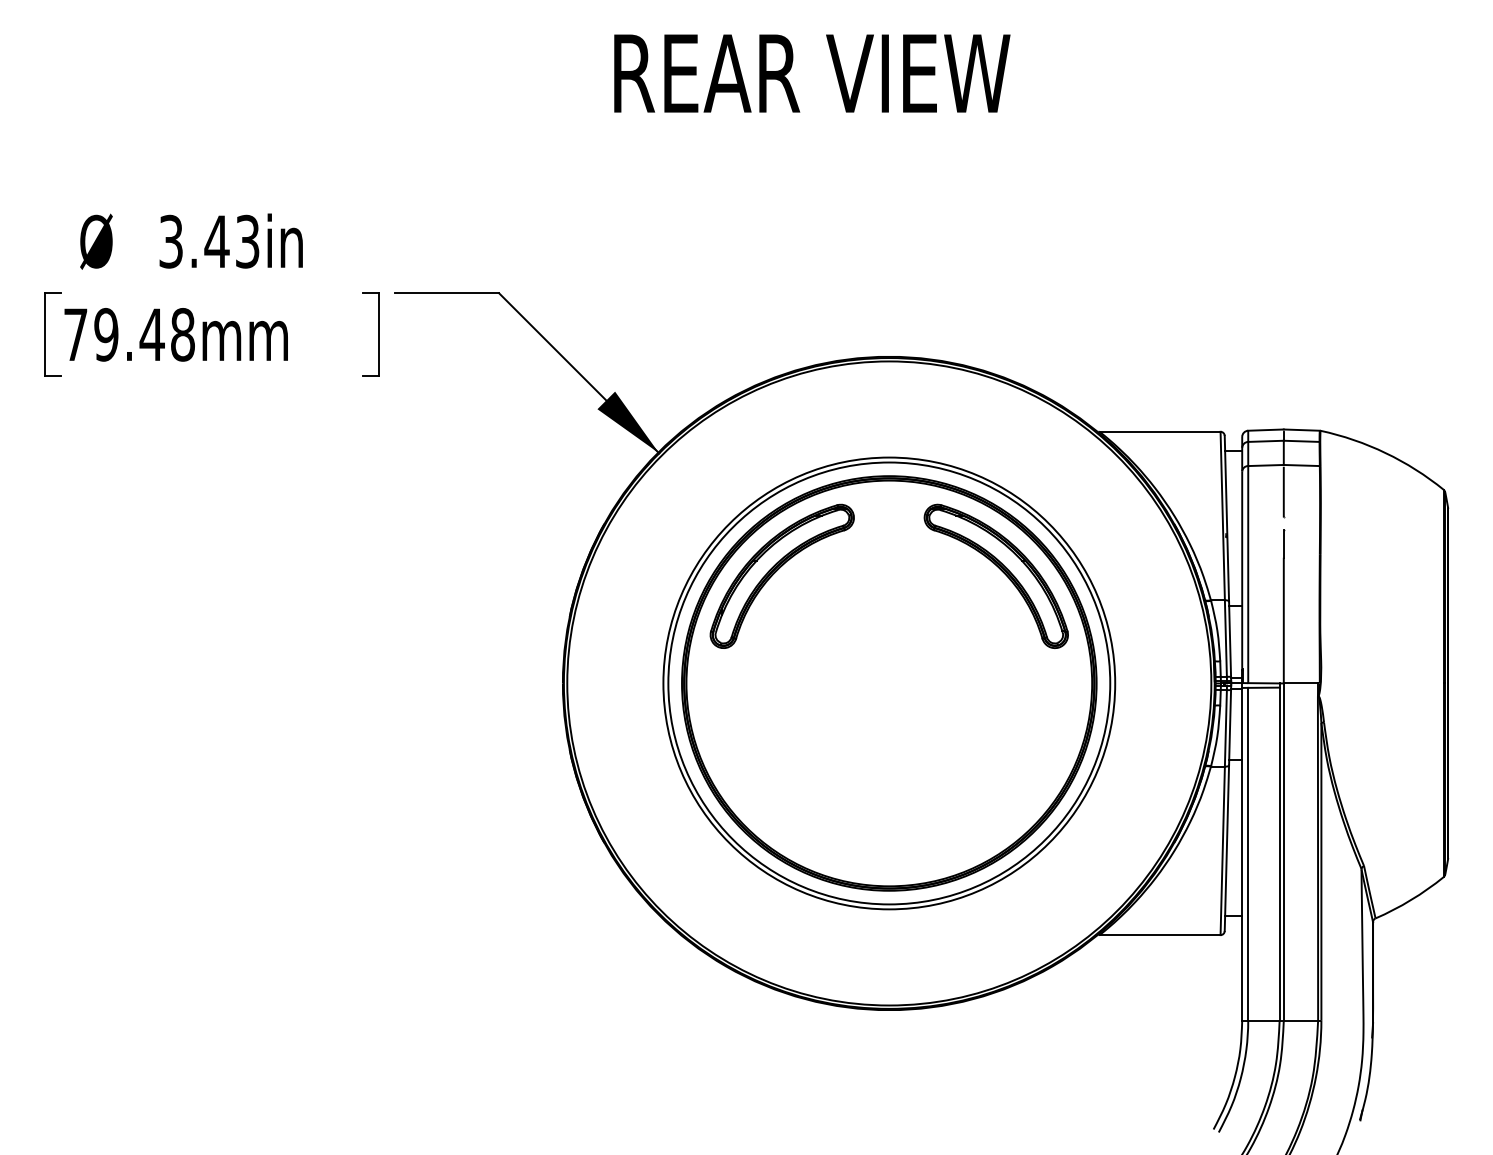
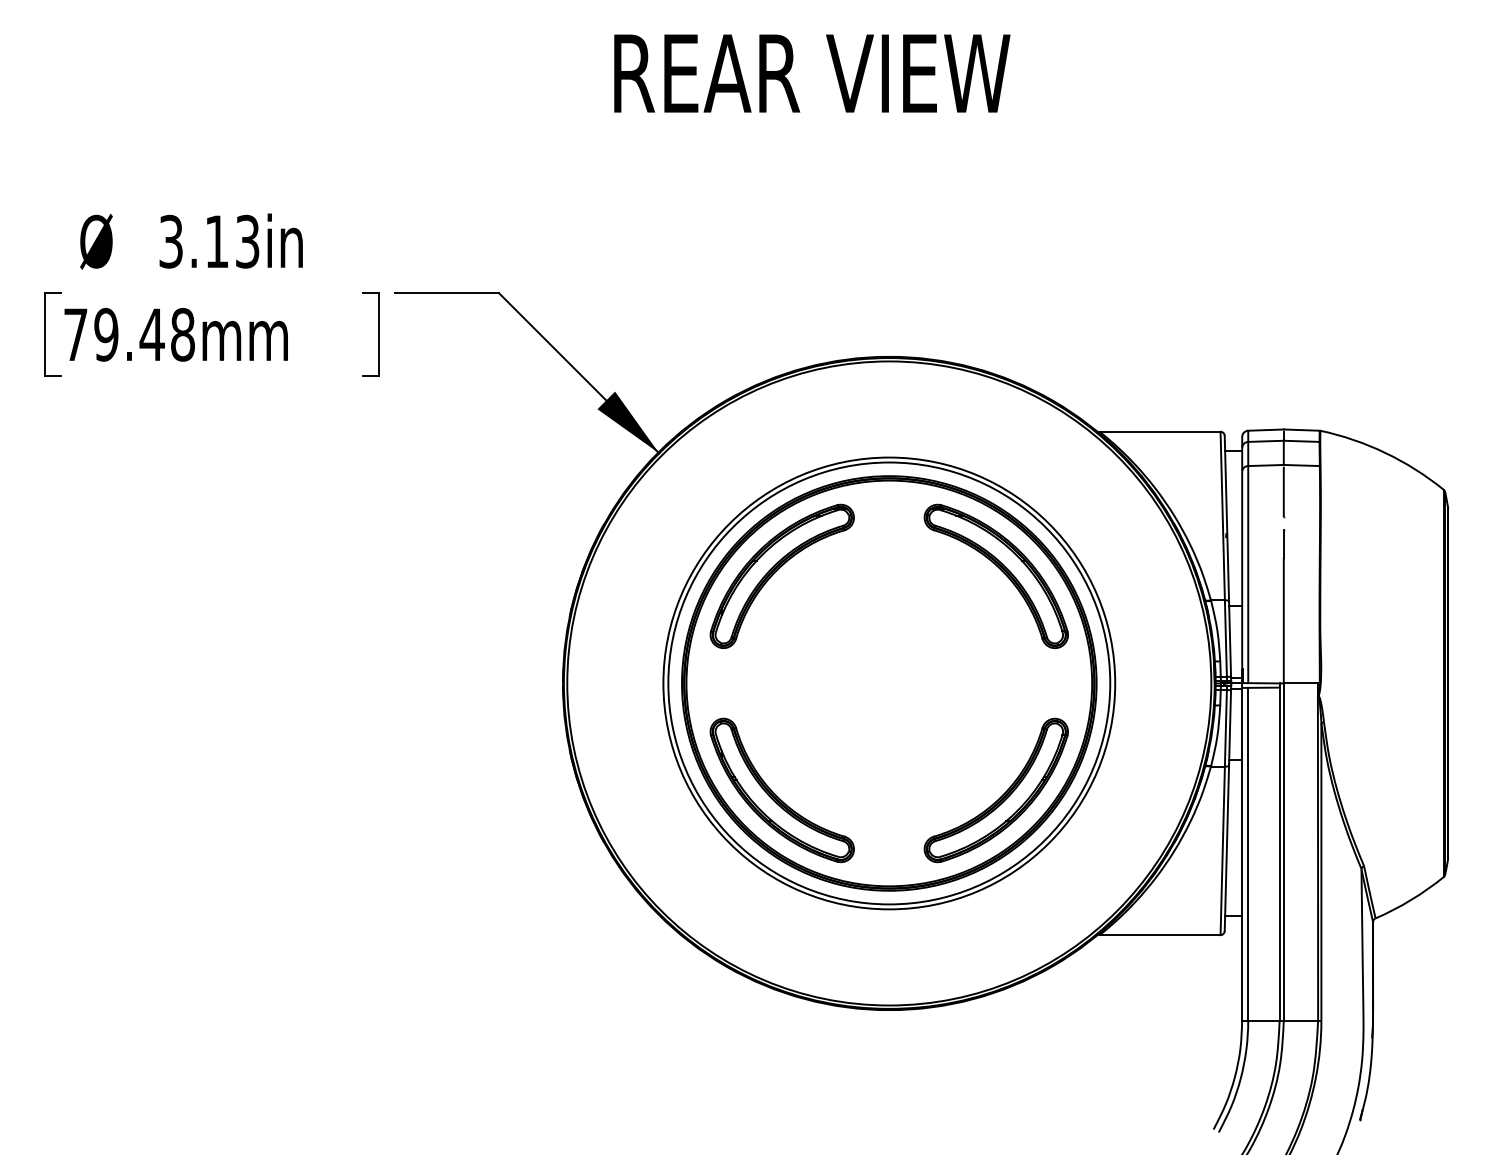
text at (216, 241): 3.43in -> 3.13in
part at (776, 794): none -> present
part at (1001, 795): none -> present
